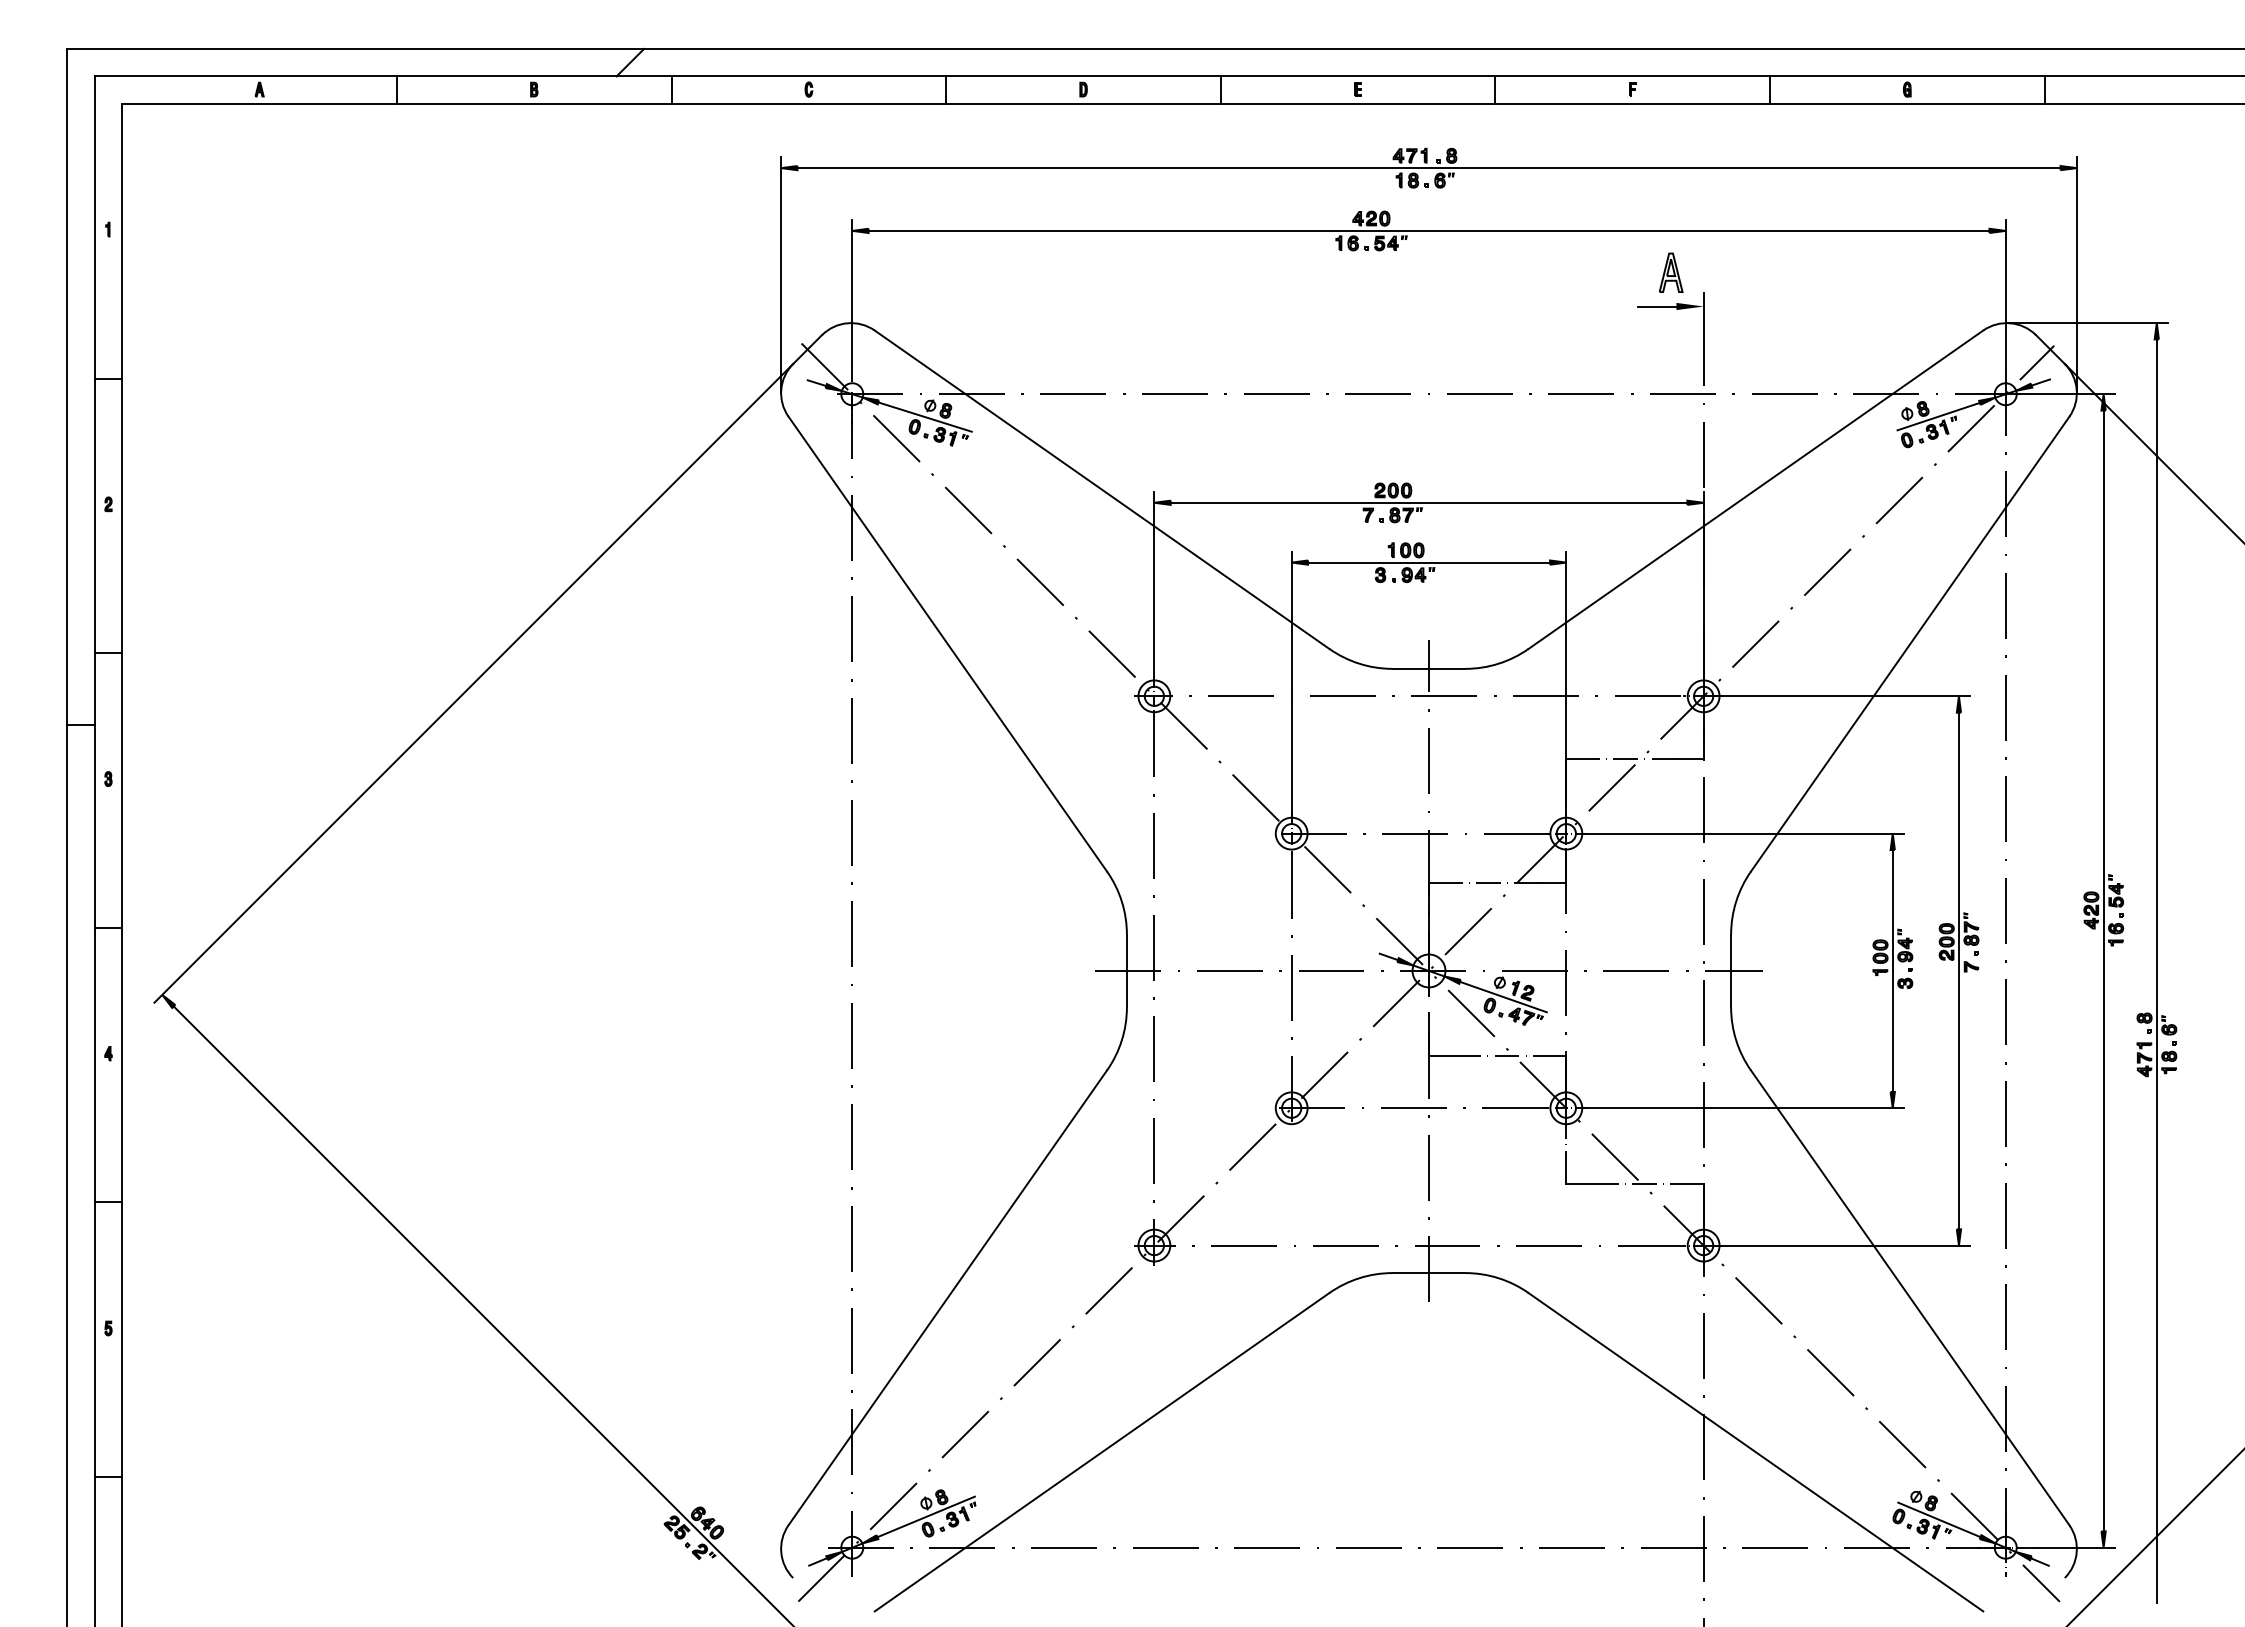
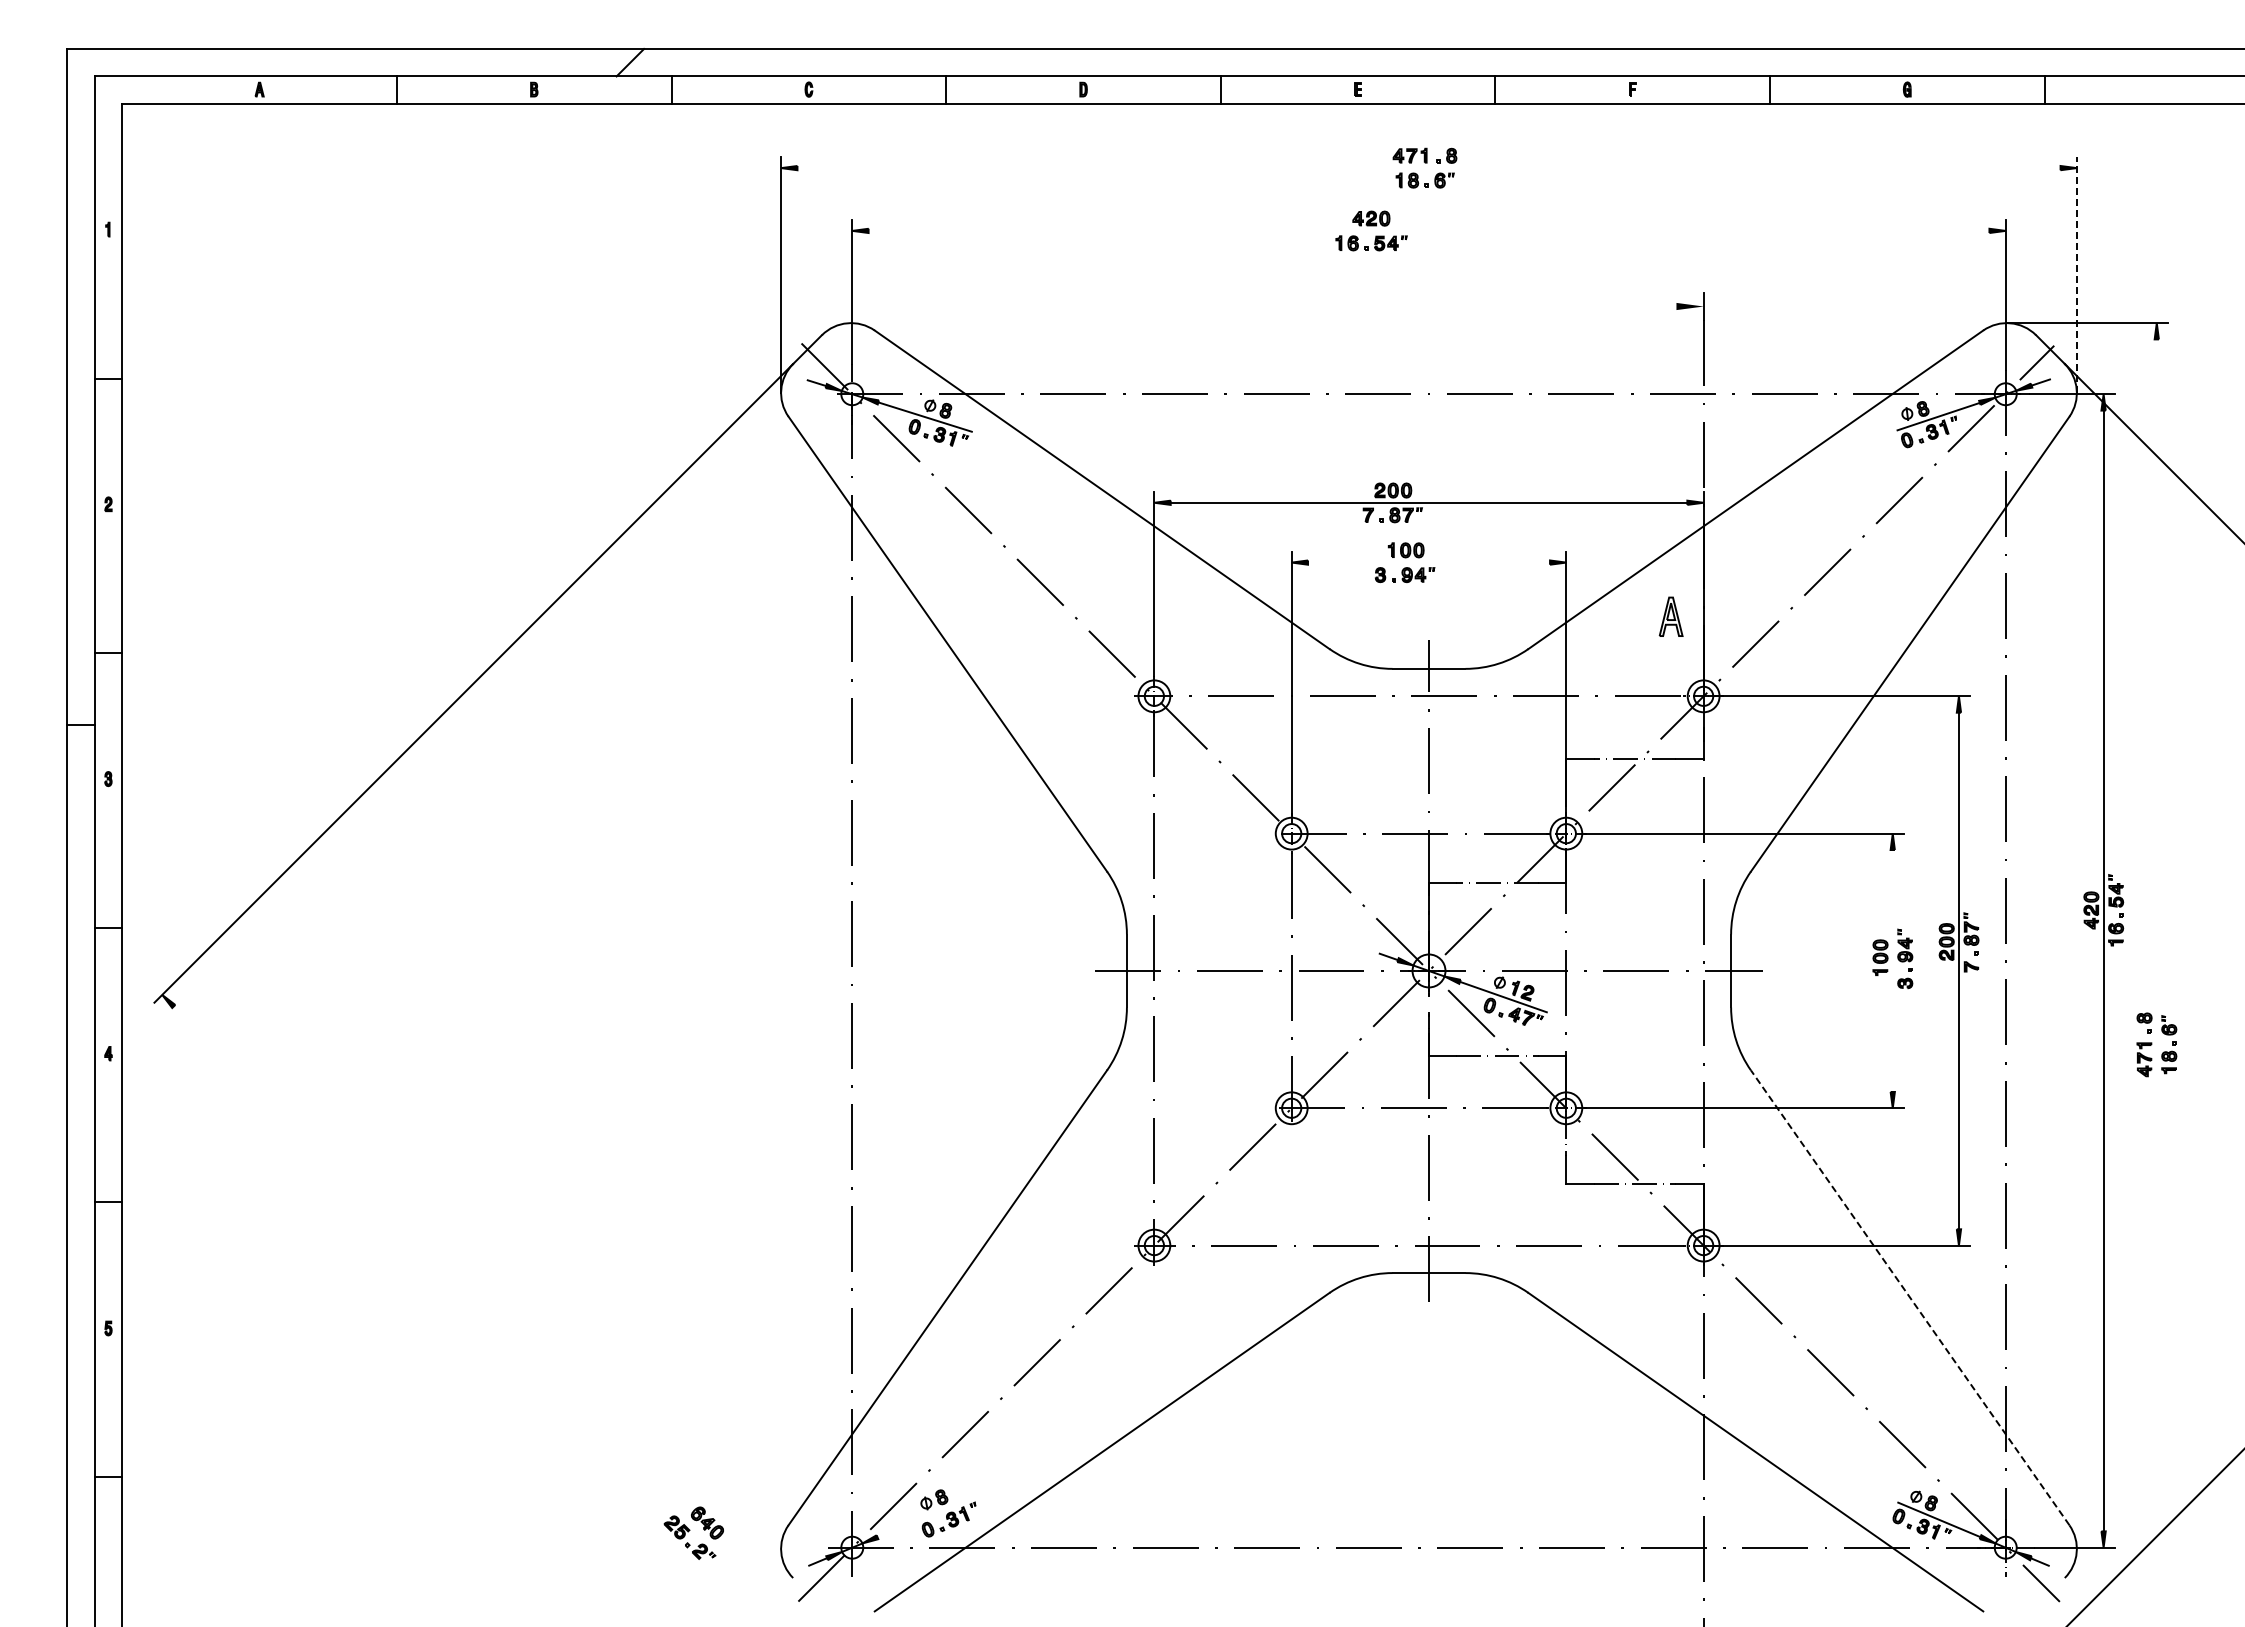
line at (1428, 168): present -> none
line at (1428, 230): present -> none
part at (1670, 272) position: (1670, 272) -> (1670, 616)
line at (2076, 275): solid -> dashed
line at (1656, 306): present -> none
line at (1429, 562): present -> none
line at (1892, 970): present -> none
line at (2156, 970): present -> none
line at (1910, 1297): solid -> dashed
line at (481, 1314): present -> none
line at (925, 1516): present -> none
